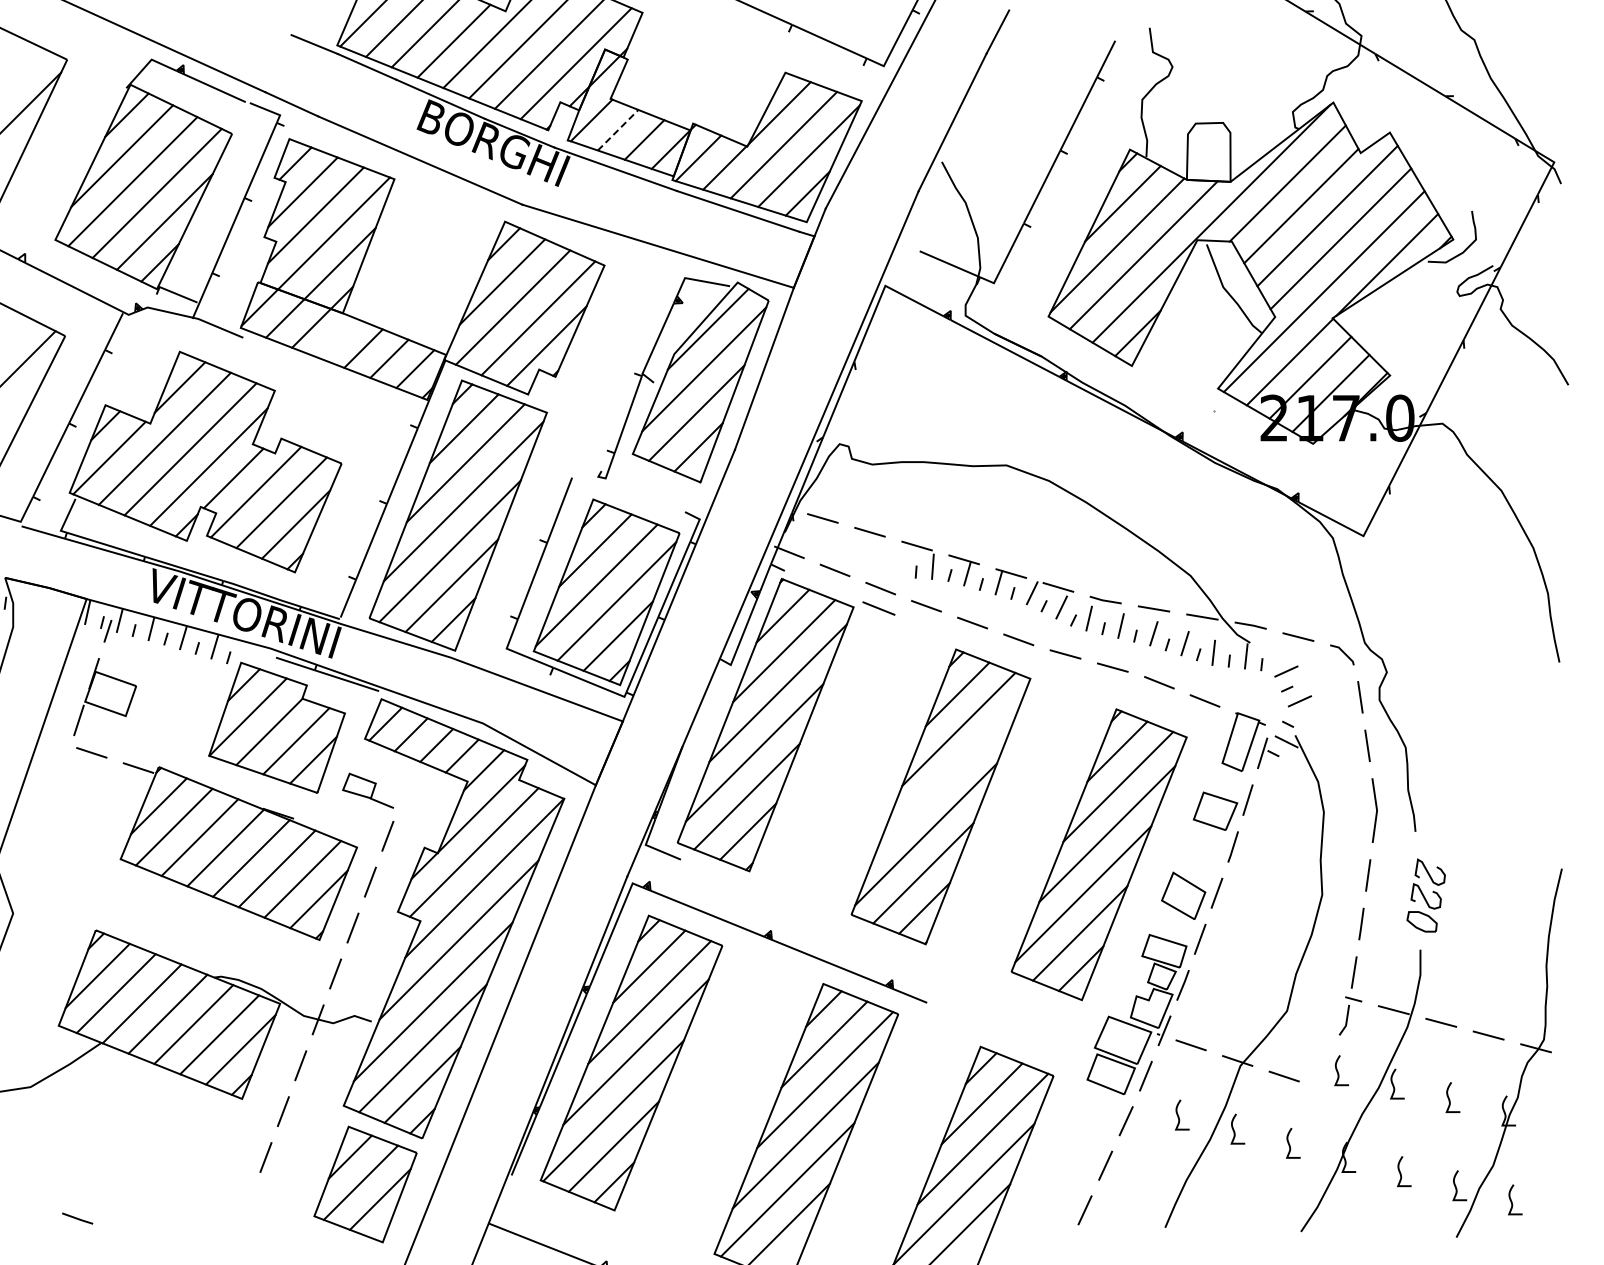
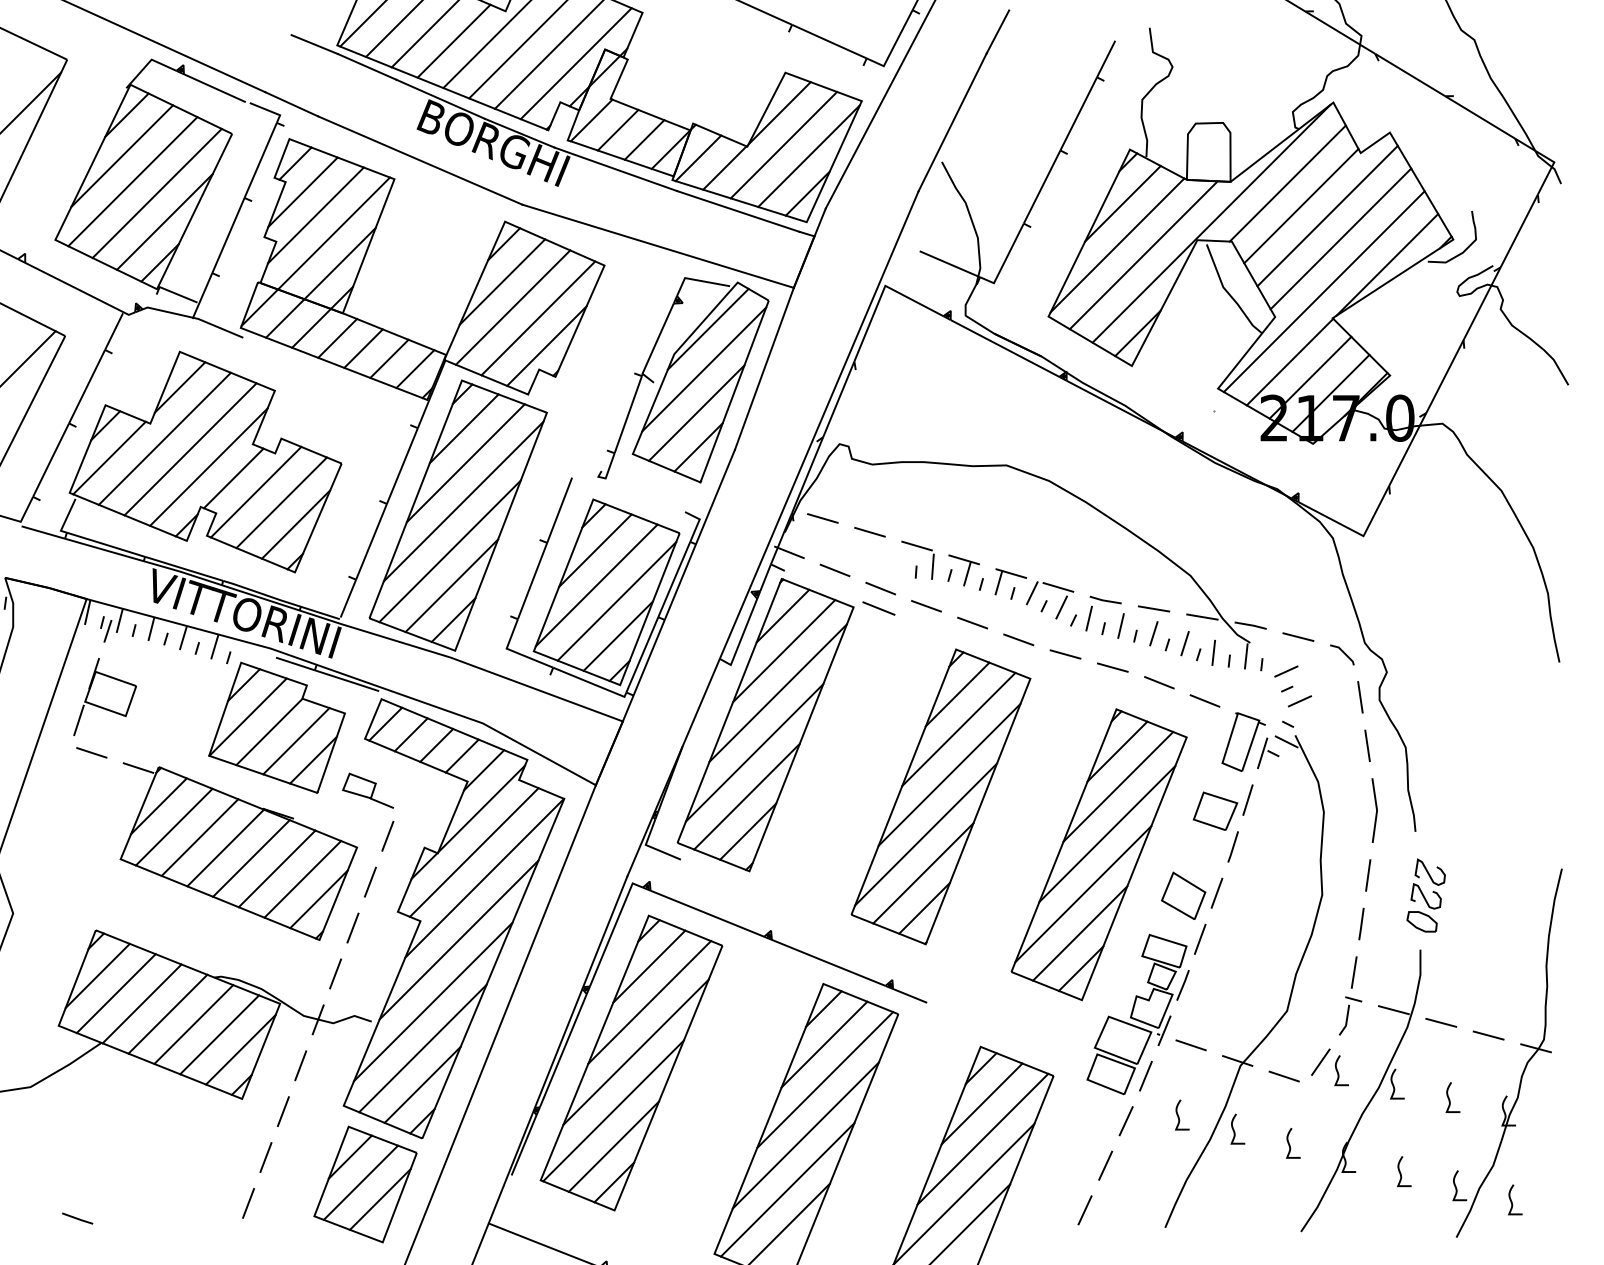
line at (618, 130): dashed -> solid
line at (337, 338): none -> present
line at (949, 774): none -> present
line at (1320, 1061): none -> present
line at (248, 1203): none -> present
